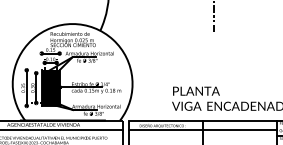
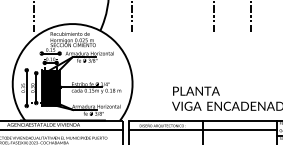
line at (33, 17): none -> present
line at (132, 17): none -> present
line at (251, 17): none -> present
